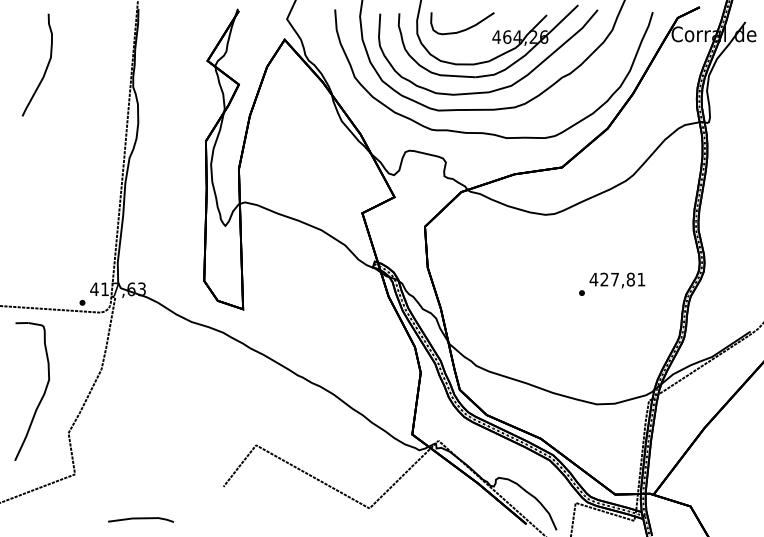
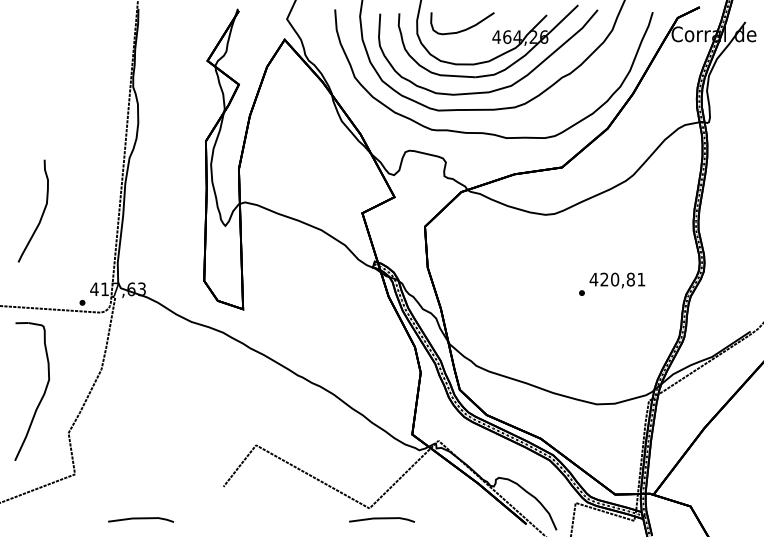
curve at (45, 68) position: (45, 68) -> (41, 214)
text at (615, 279): 427,81 -> 420,81
line at (381, 519): none -> present
